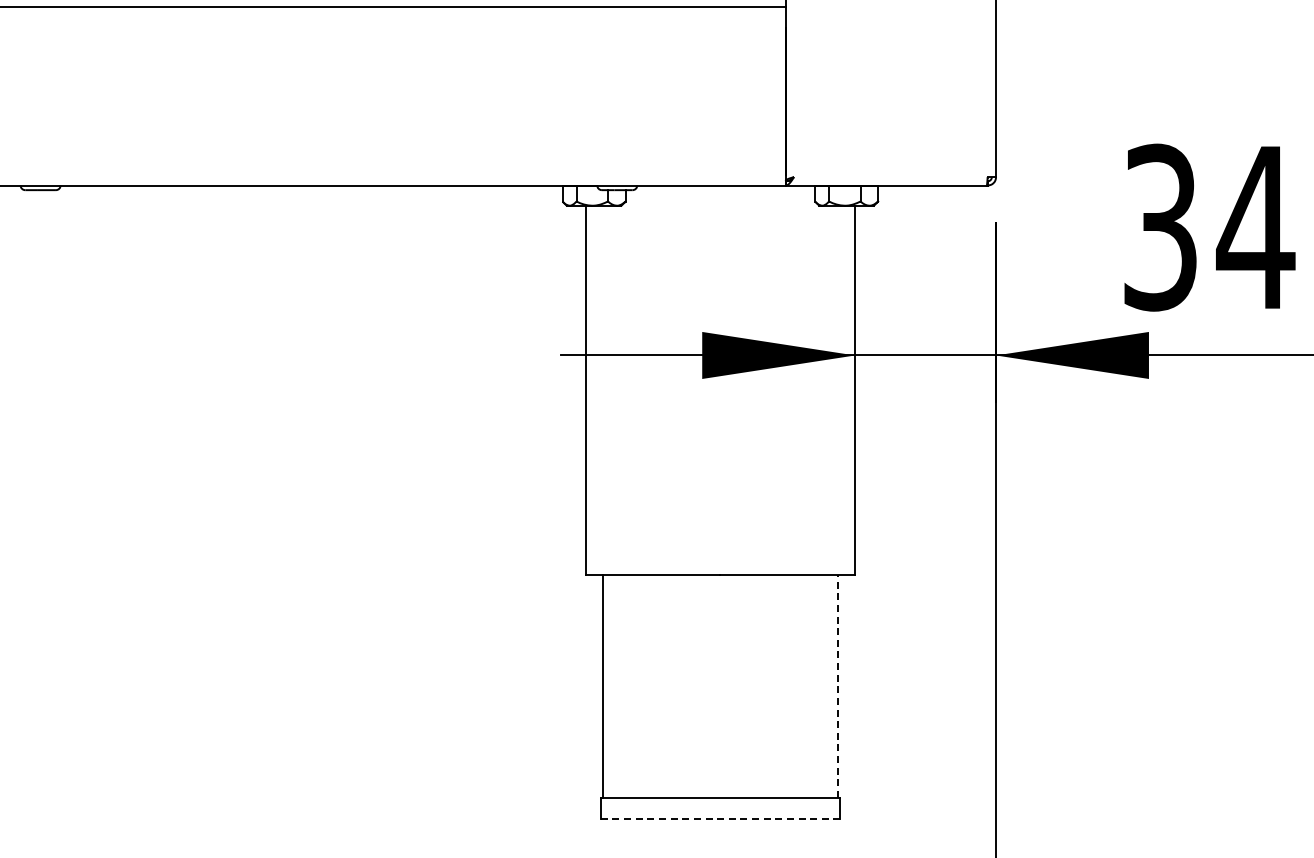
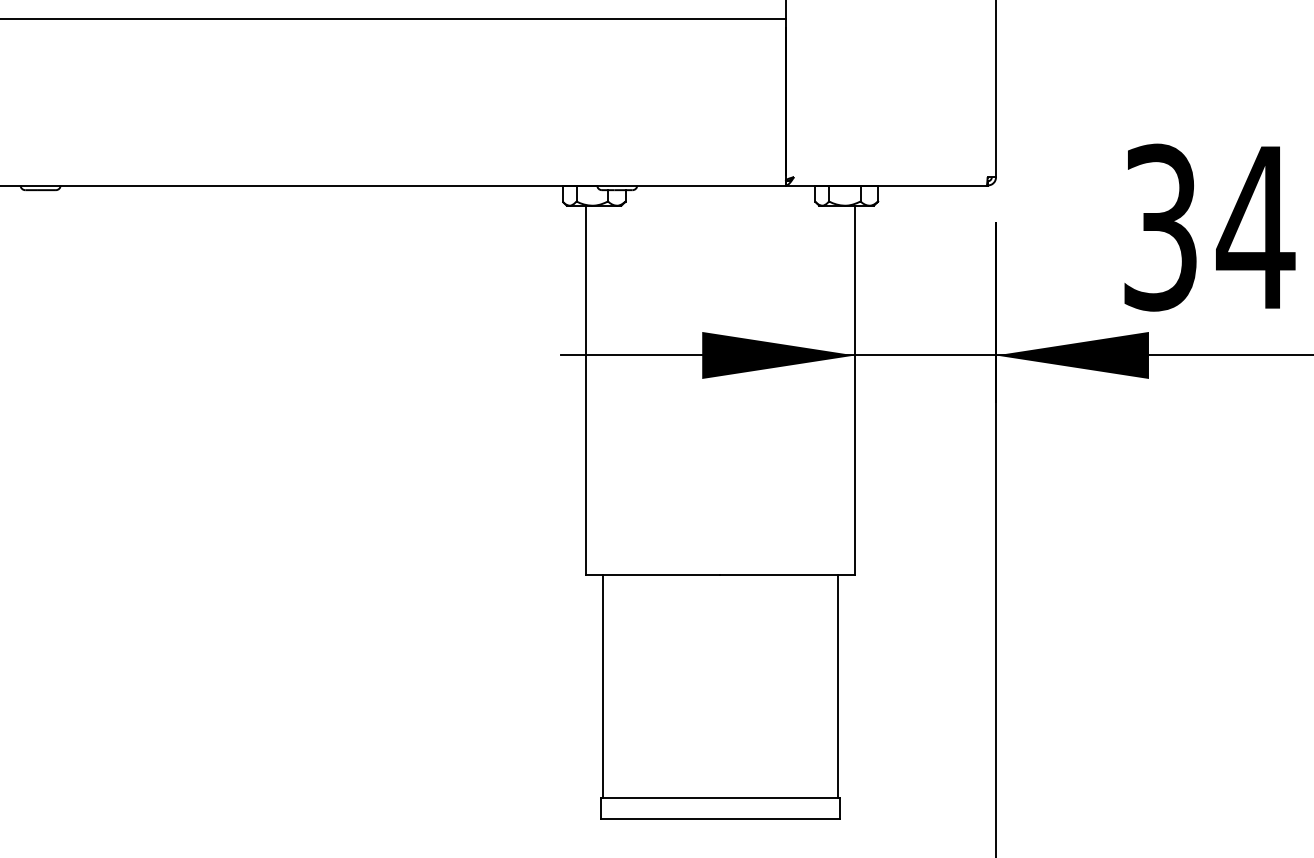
line at (393, 7) position: (393, 7) -> (393, 19)
line at (838, 686): dashed -> solid
line at (720, 819): dashed -> solid
